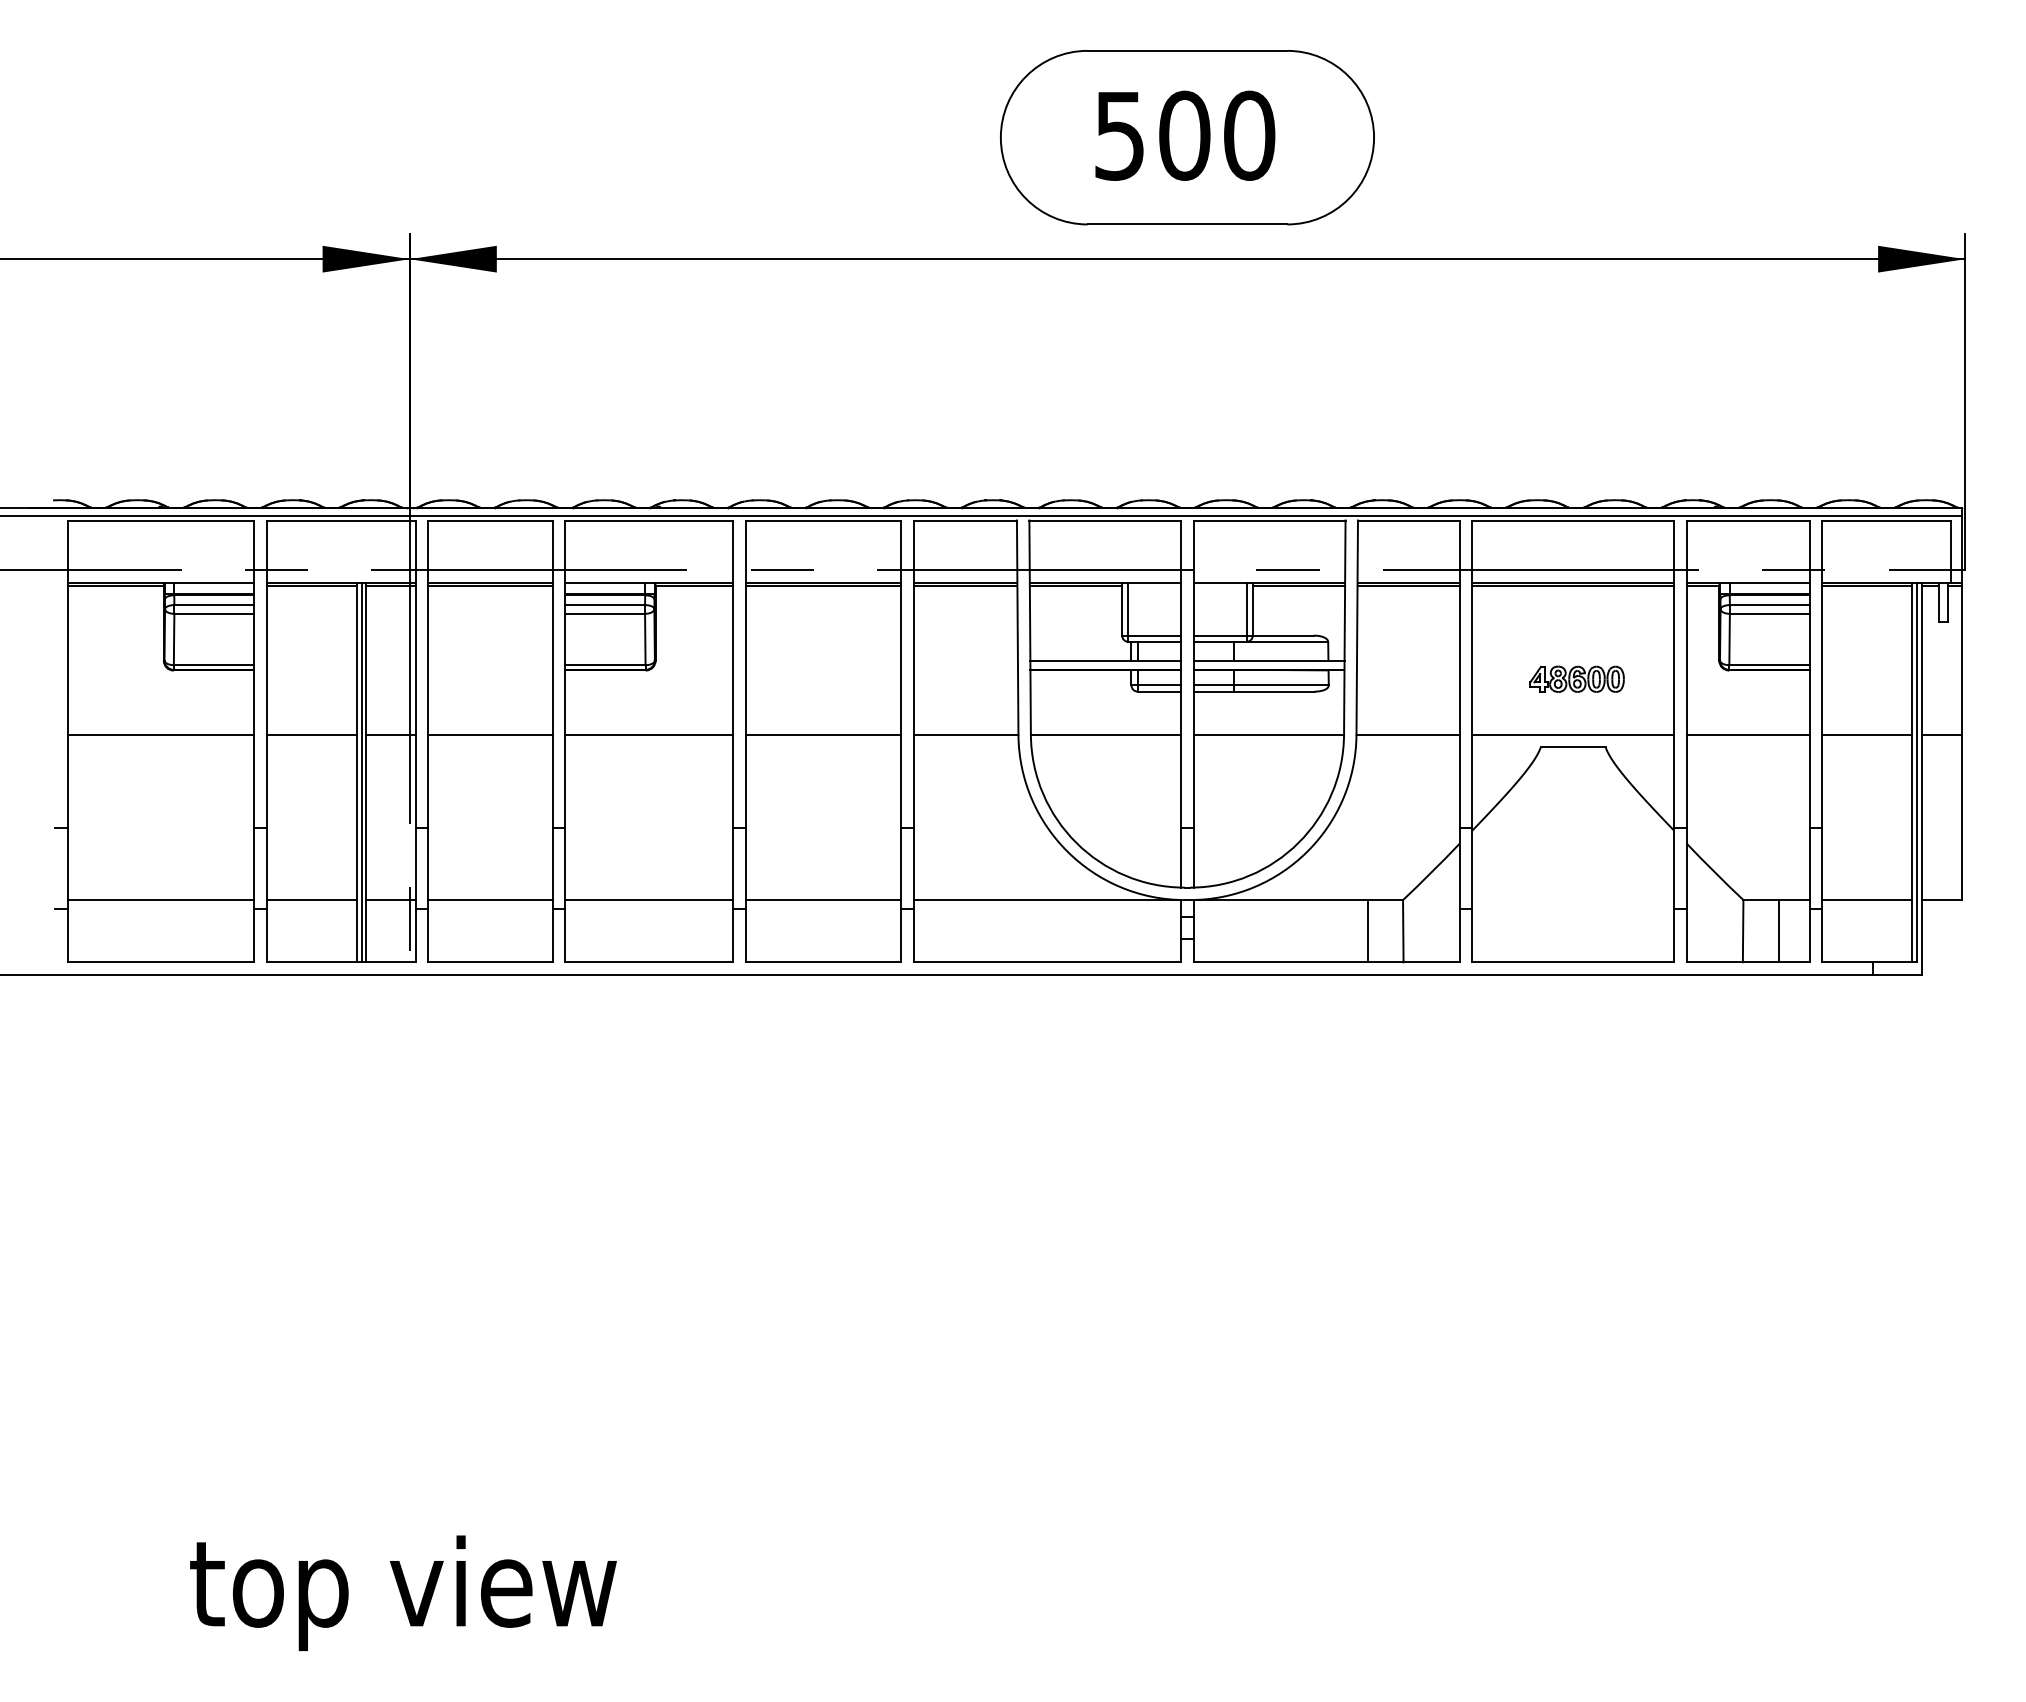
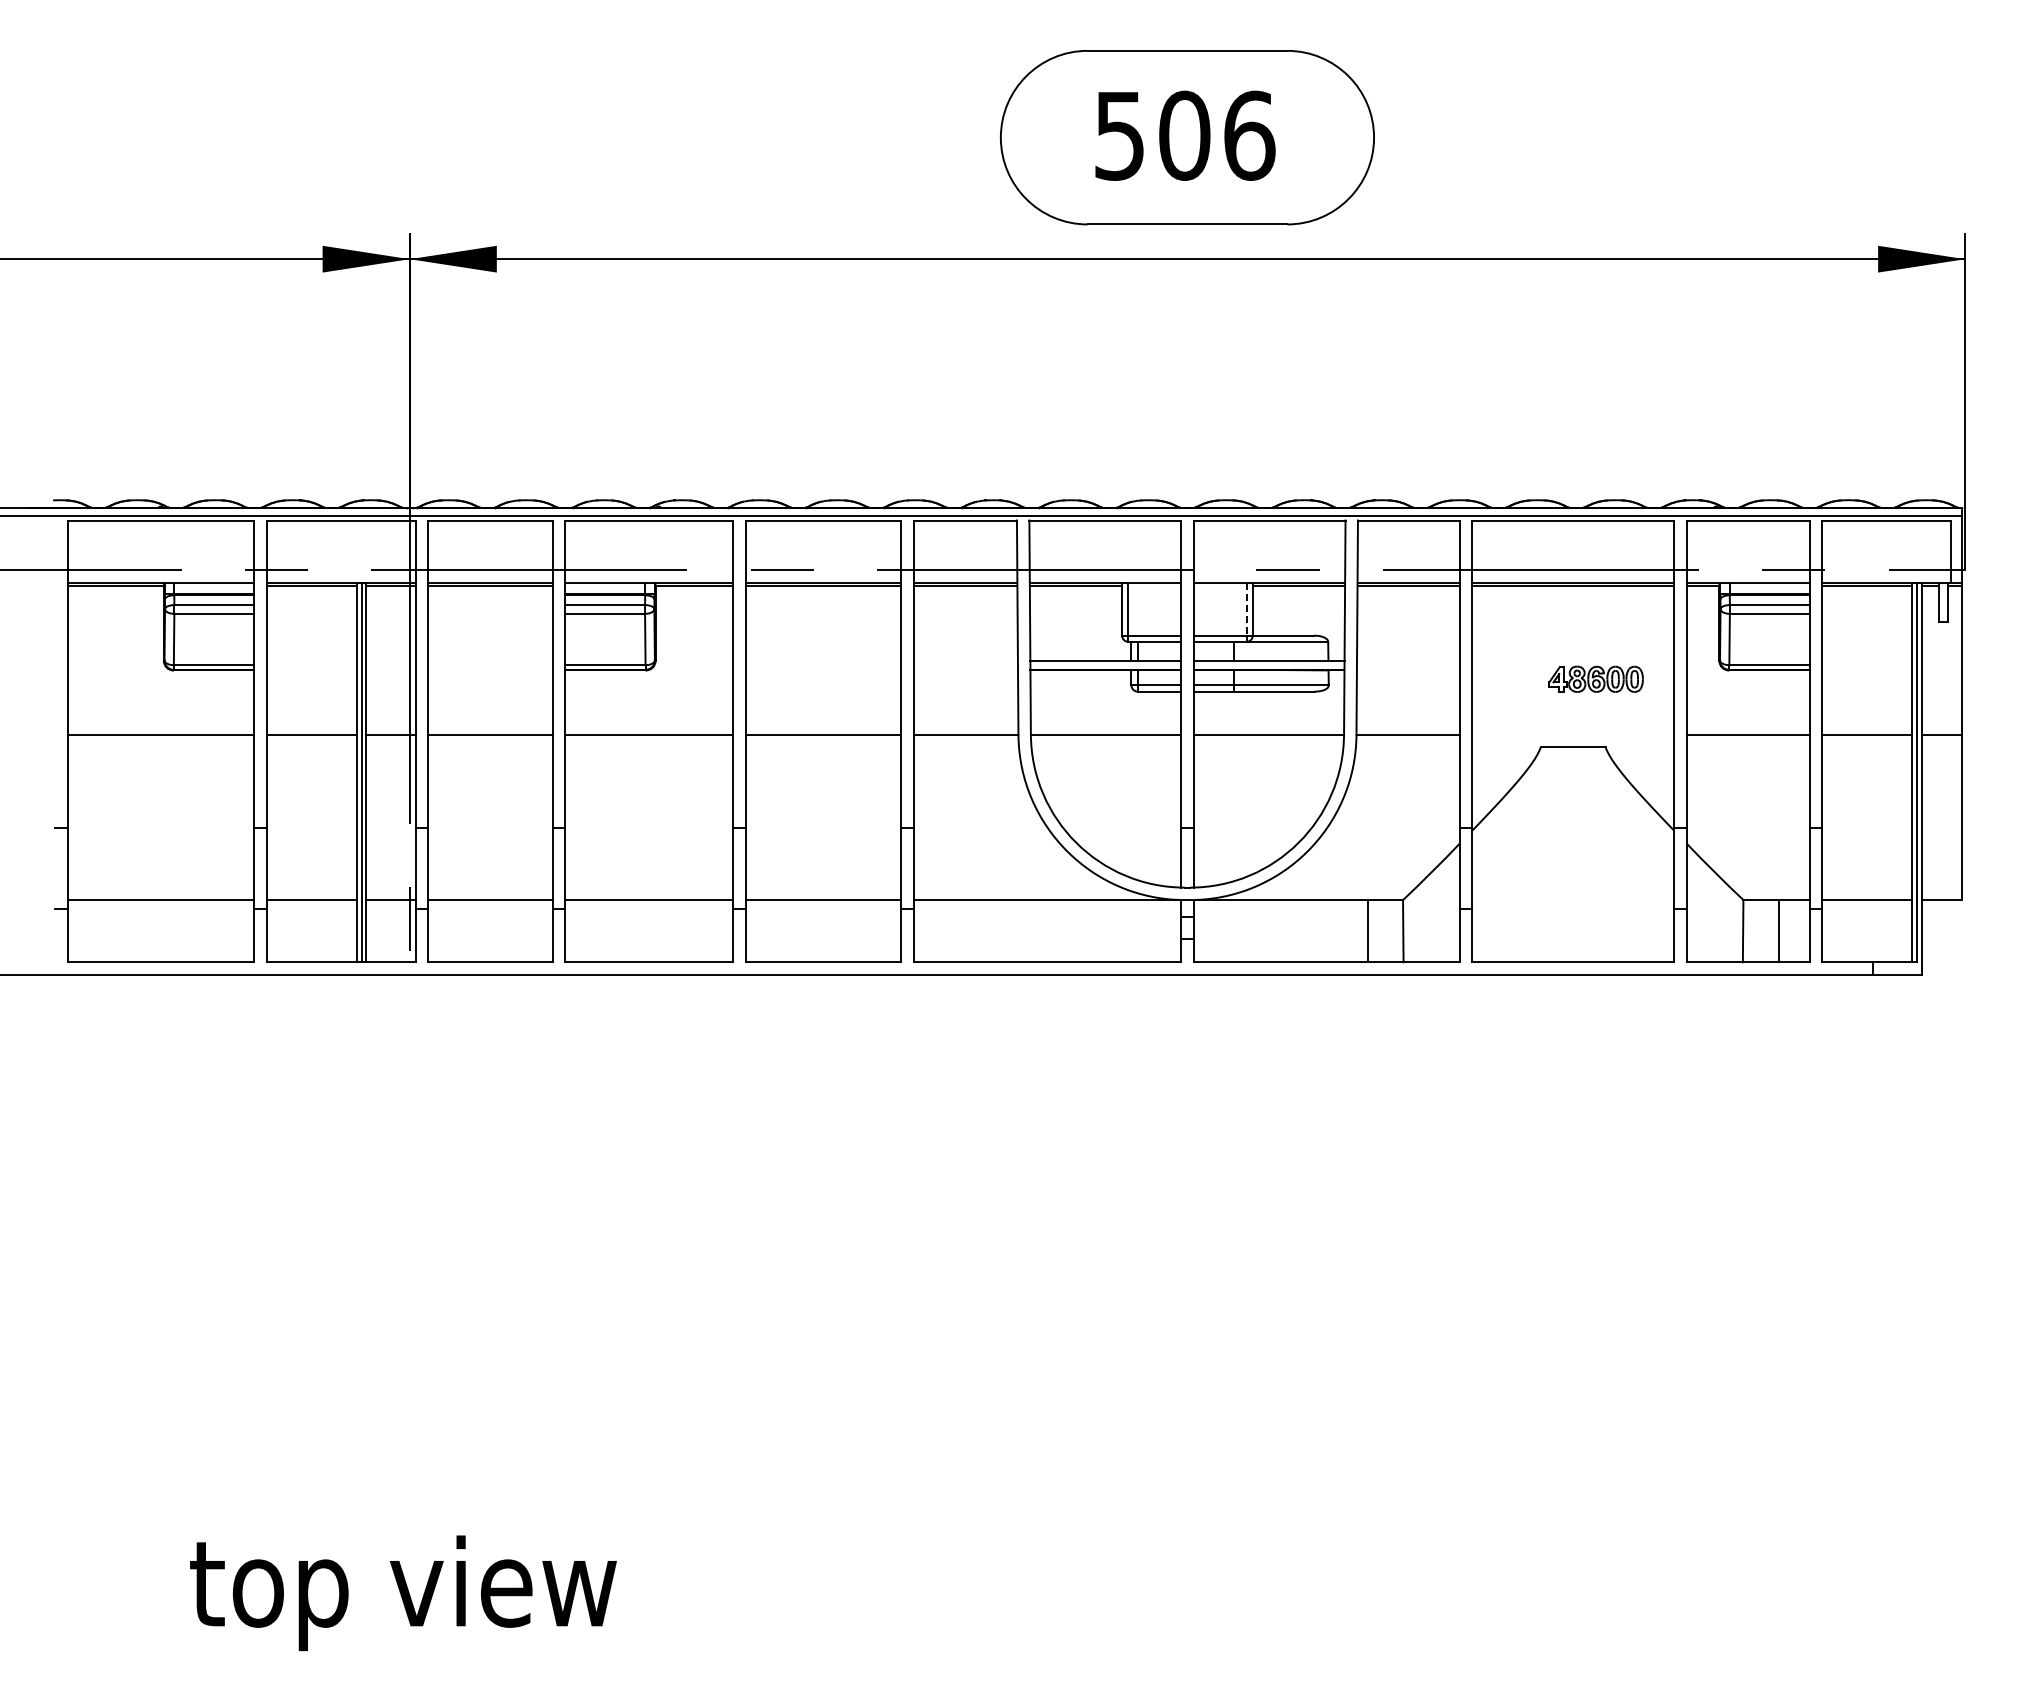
text at (1249, 135): 500 -> 506
line at (1246, 609): solid -> dashed
part at (1576, 678) position: (1576, 678) -> (1595, 678)
line at (1573, 734): present -> none
